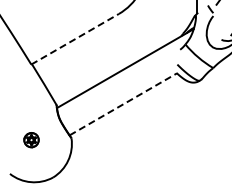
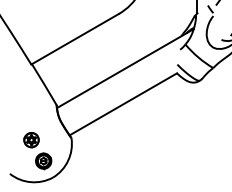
line at (75, 39): dashed -> solid
line at (123, 104): dashed -> solid
part at (43, 161): none -> present
